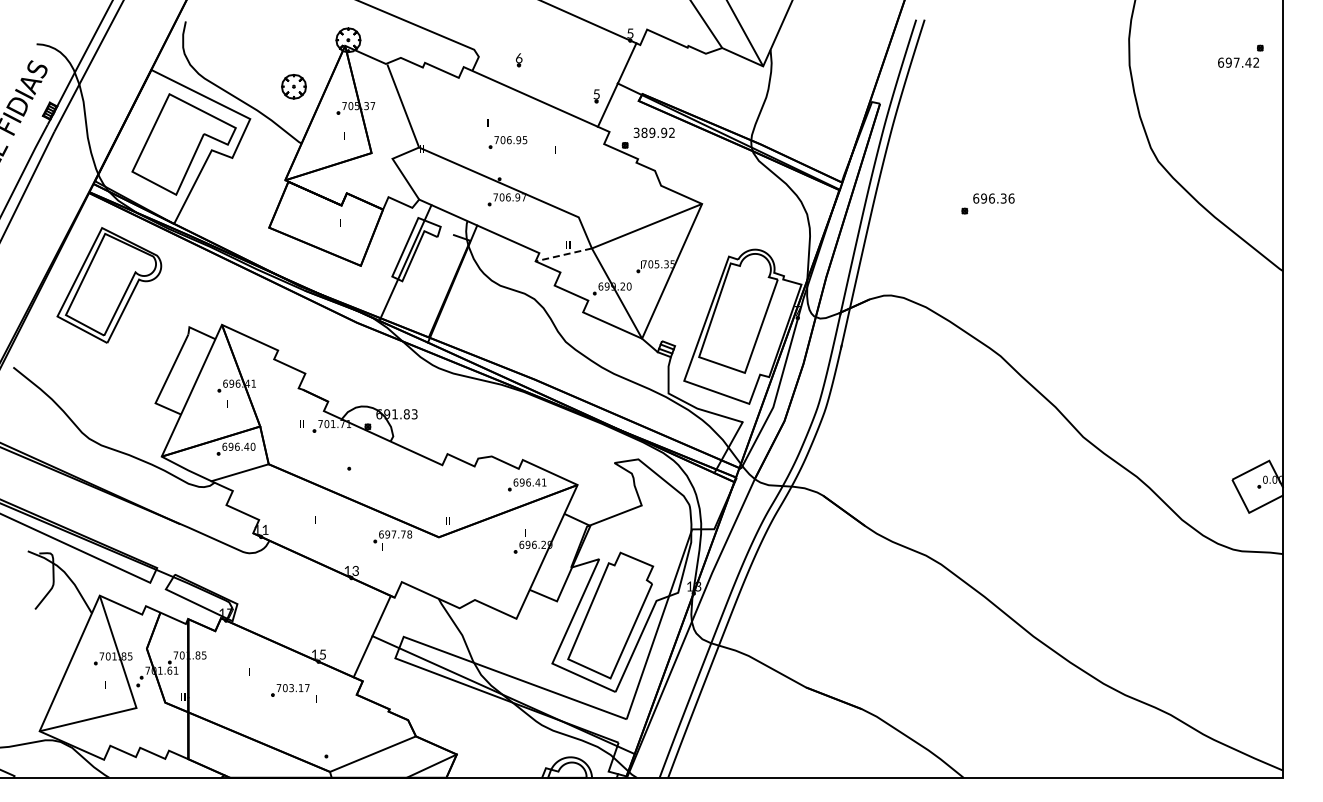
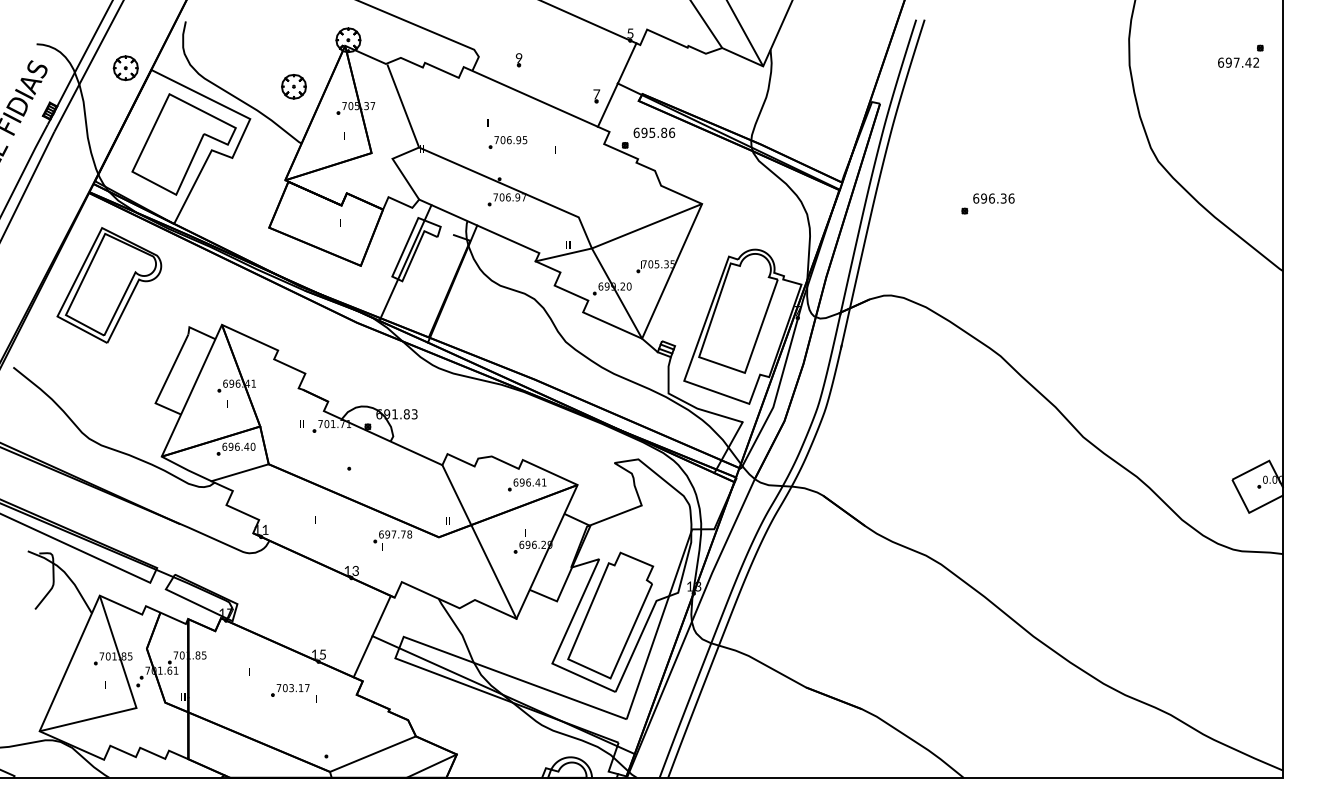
text at (518, 58): 6 -> 9
part at (125, 68): none -> present
text at (596, 94): 5 -> 7
text at (654, 132): 389.92 -> 695.86
line at (563, 254): dashed -> solid
line at (479, 541): none -> present
